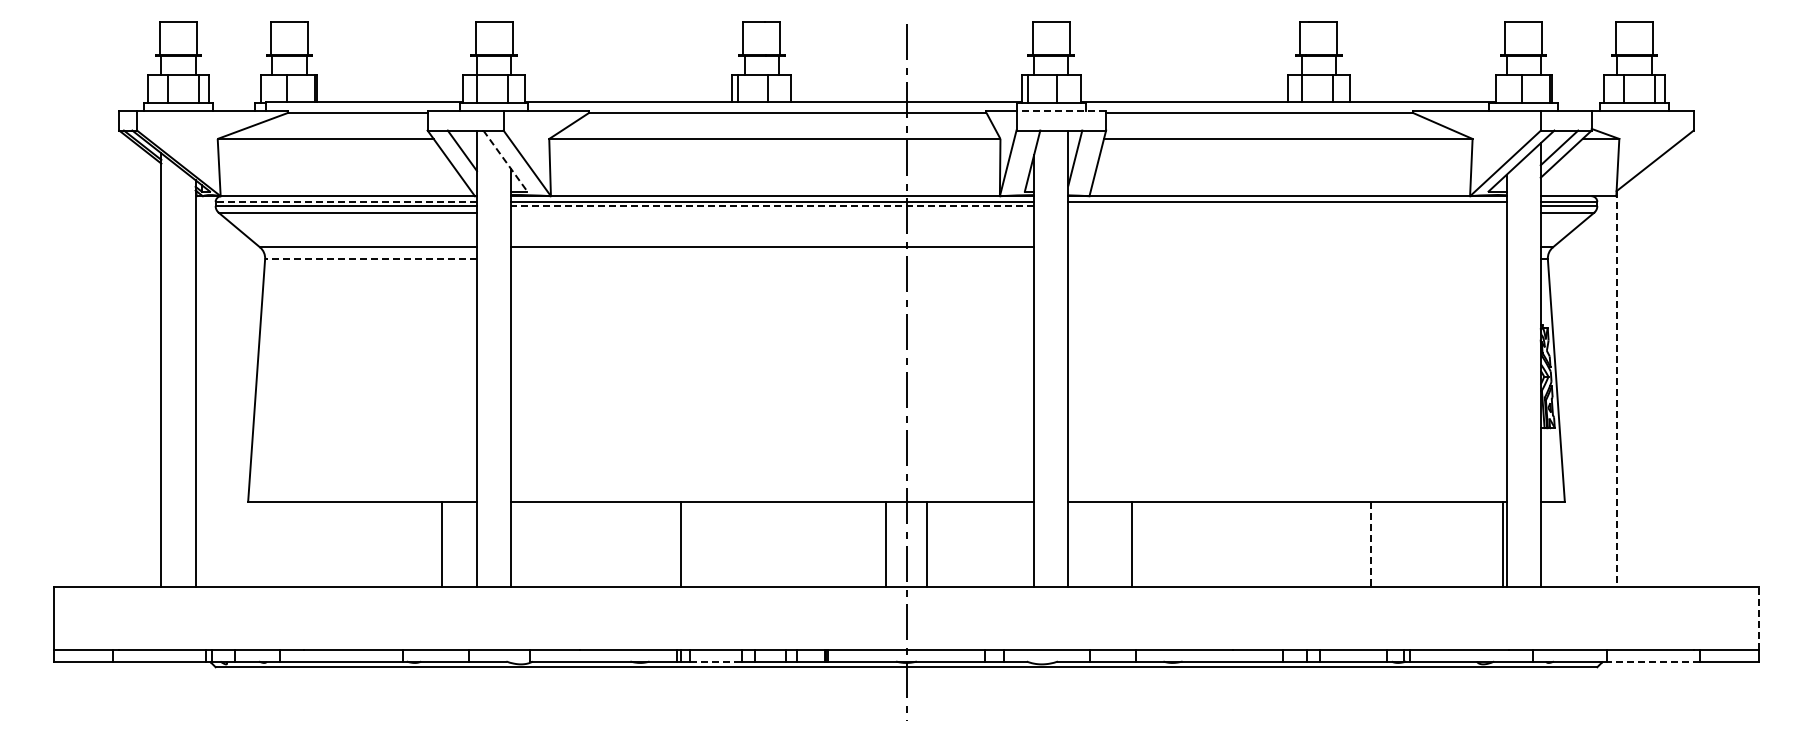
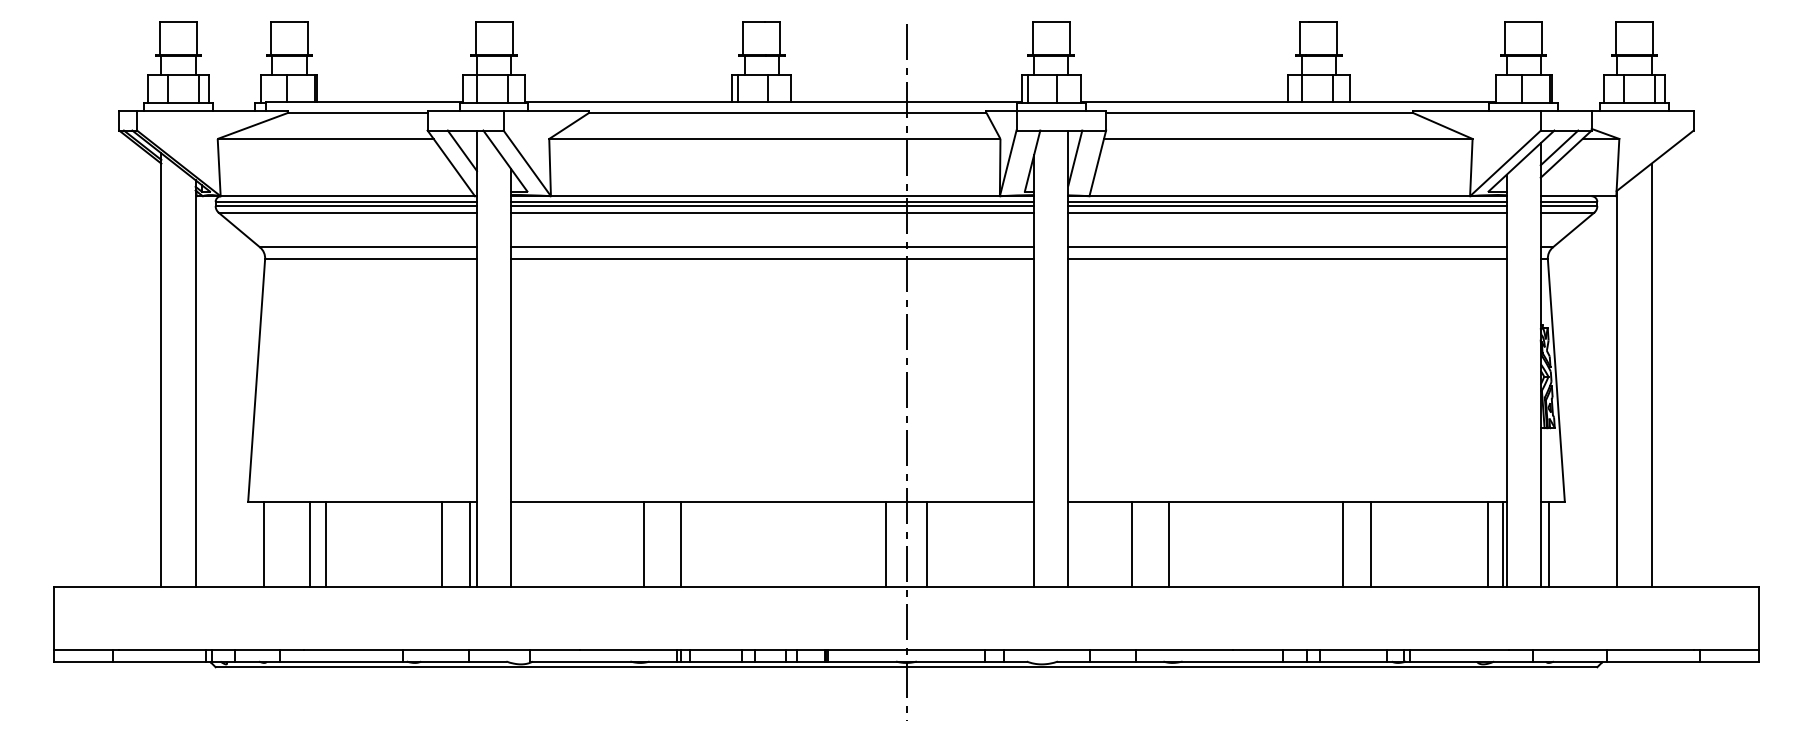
line at (1061, 110): dashed -> solid
line at (505, 161): dashed -> solid
line at (346, 201): dashed -> solid
line at (772, 206): dashed -> solid
line at (1287, 206): none -> present
line at (772, 212): none -> present
line at (1287, 212): none -> present
line at (1287, 247): none -> present
line at (371, 259): dashed -> solid
line at (772, 259): none -> present
line at (1287, 259): none -> present
line at (1651, 375): none -> present
line at (1617, 389): dashed -> solid
line at (263, 544): none -> present
line at (310, 544): none -> present
line at (325, 544): none -> present
line at (470, 544): none -> present
line at (644, 544): none -> present
line at (1168, 544): none -> present
line at (1342, 544): none -> present
line at (1371, 544): dashed -> solid
line at (1487, 544): none -> present
line at (1549, 544): none -> present
line at (1758, 618): dashed -> solid
line at (716, 661): dashed -> solid
line at (1653, 661): dashed -> solid
